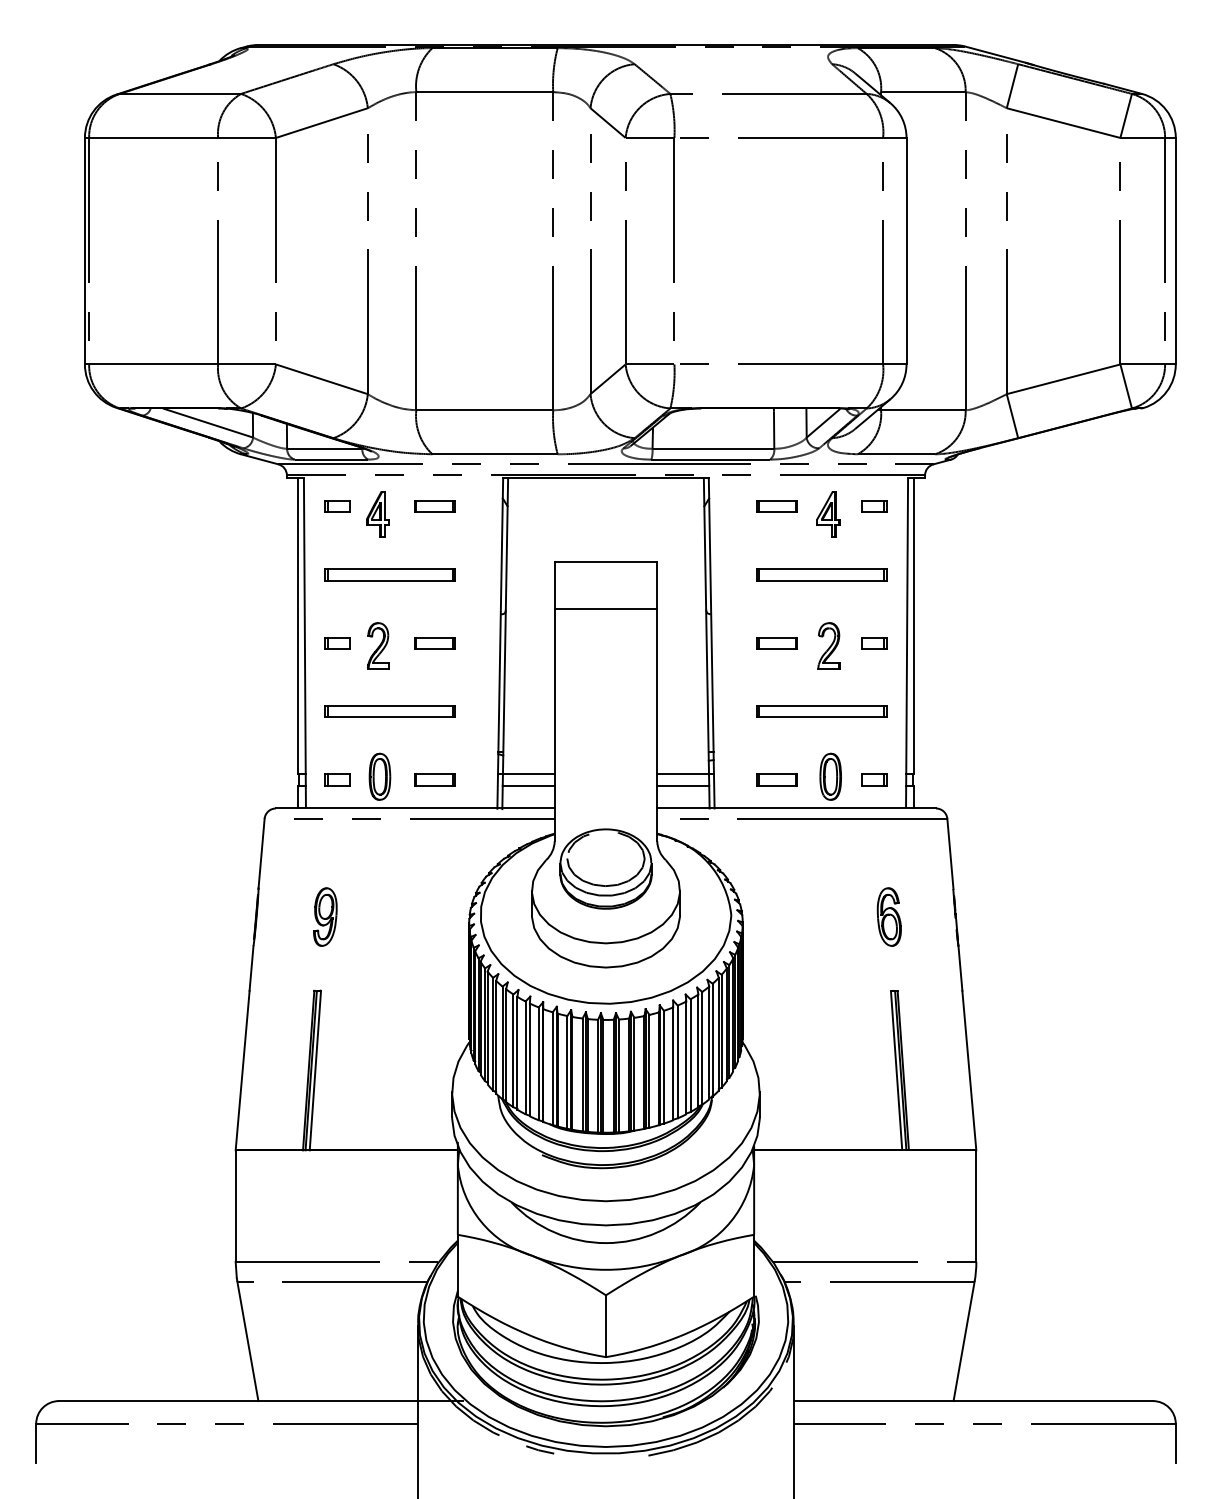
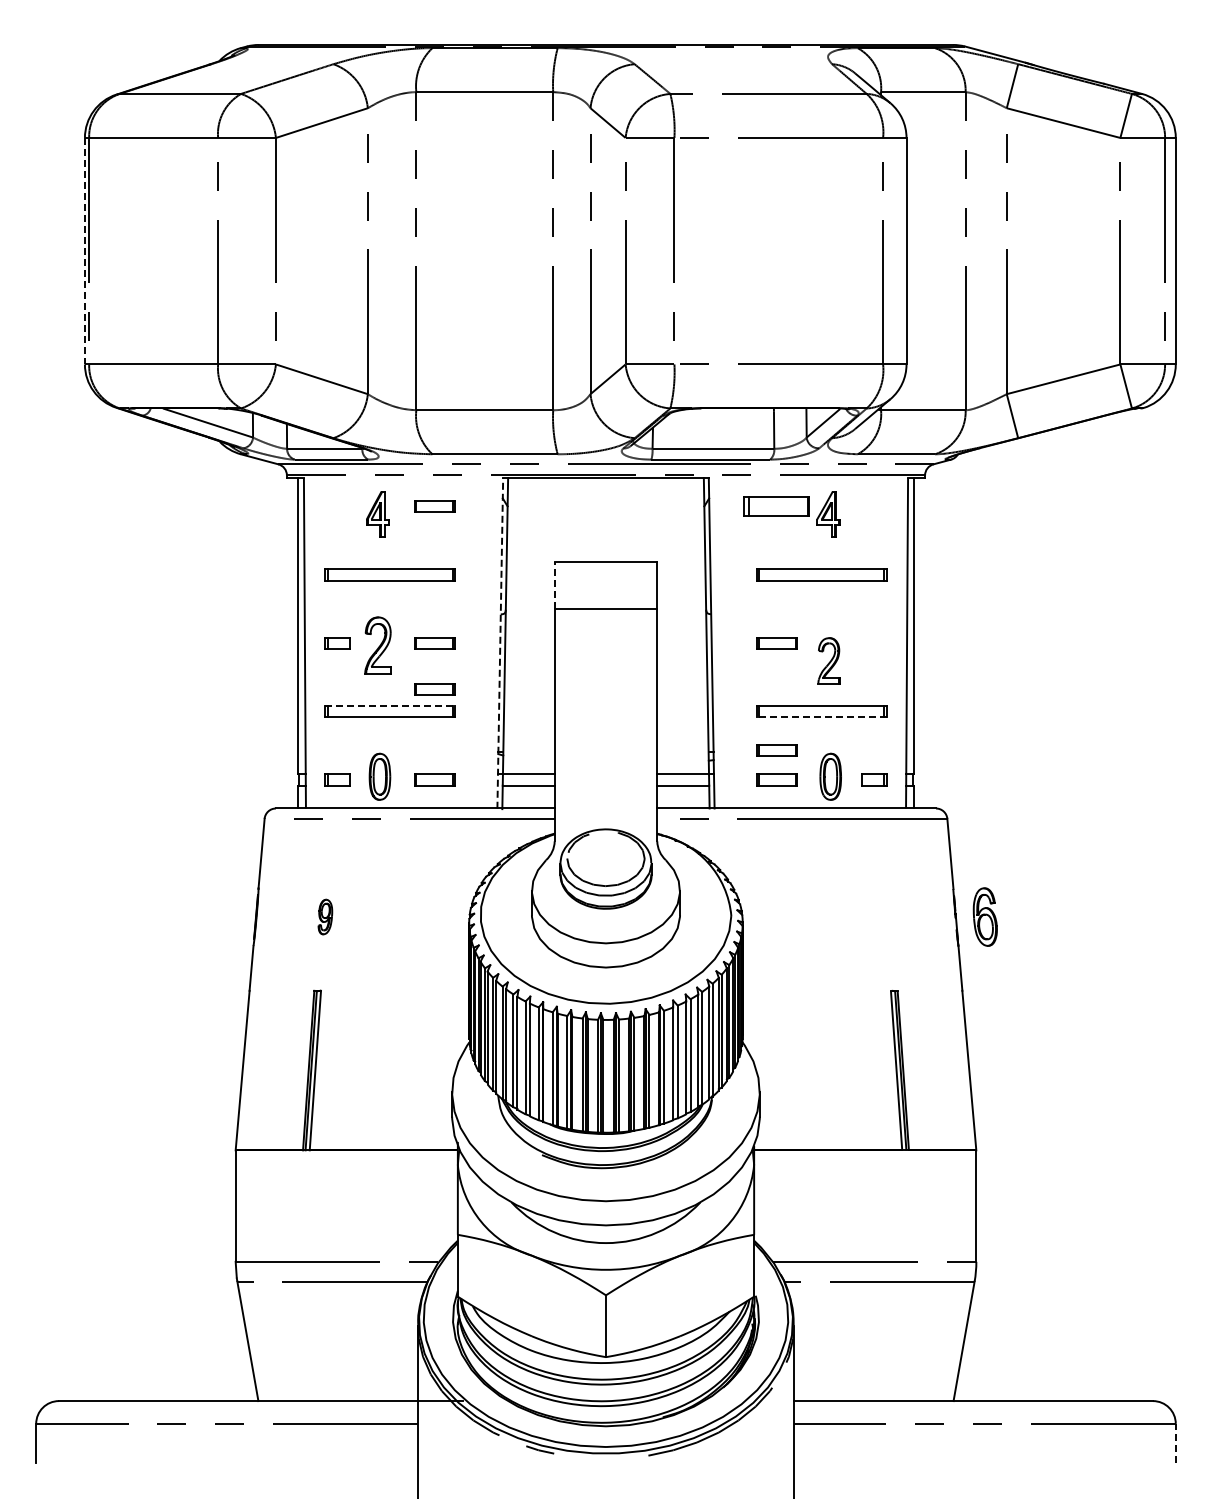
line at (84, 251): solid -> dashed
part at (337, 506): present -> none
part at (776, 506) size: 42x13 px -> 67x21 px
part at (874, 506): present -> none
line at (554, 585): solid -> dashed
line at (500, 642): solid -> dashed
part at (874, 643): present -> none
part at (378, 645) size: 23x48 px -> 28x59 px
part at (828, 645) position: (828, 645) -> (828, 660)
part at (434, 689): none -> present
line at (390, 705): solid -> dashed
line at (821, 717): solid -> dashed
part at (776, 750): none -> present
part at (325, 916) size: 25x60 px -> 17x38 px
part at (888, 916) position: (888, 916) -> (984, 916)
line at (1175, 1442): solid -> dashed
